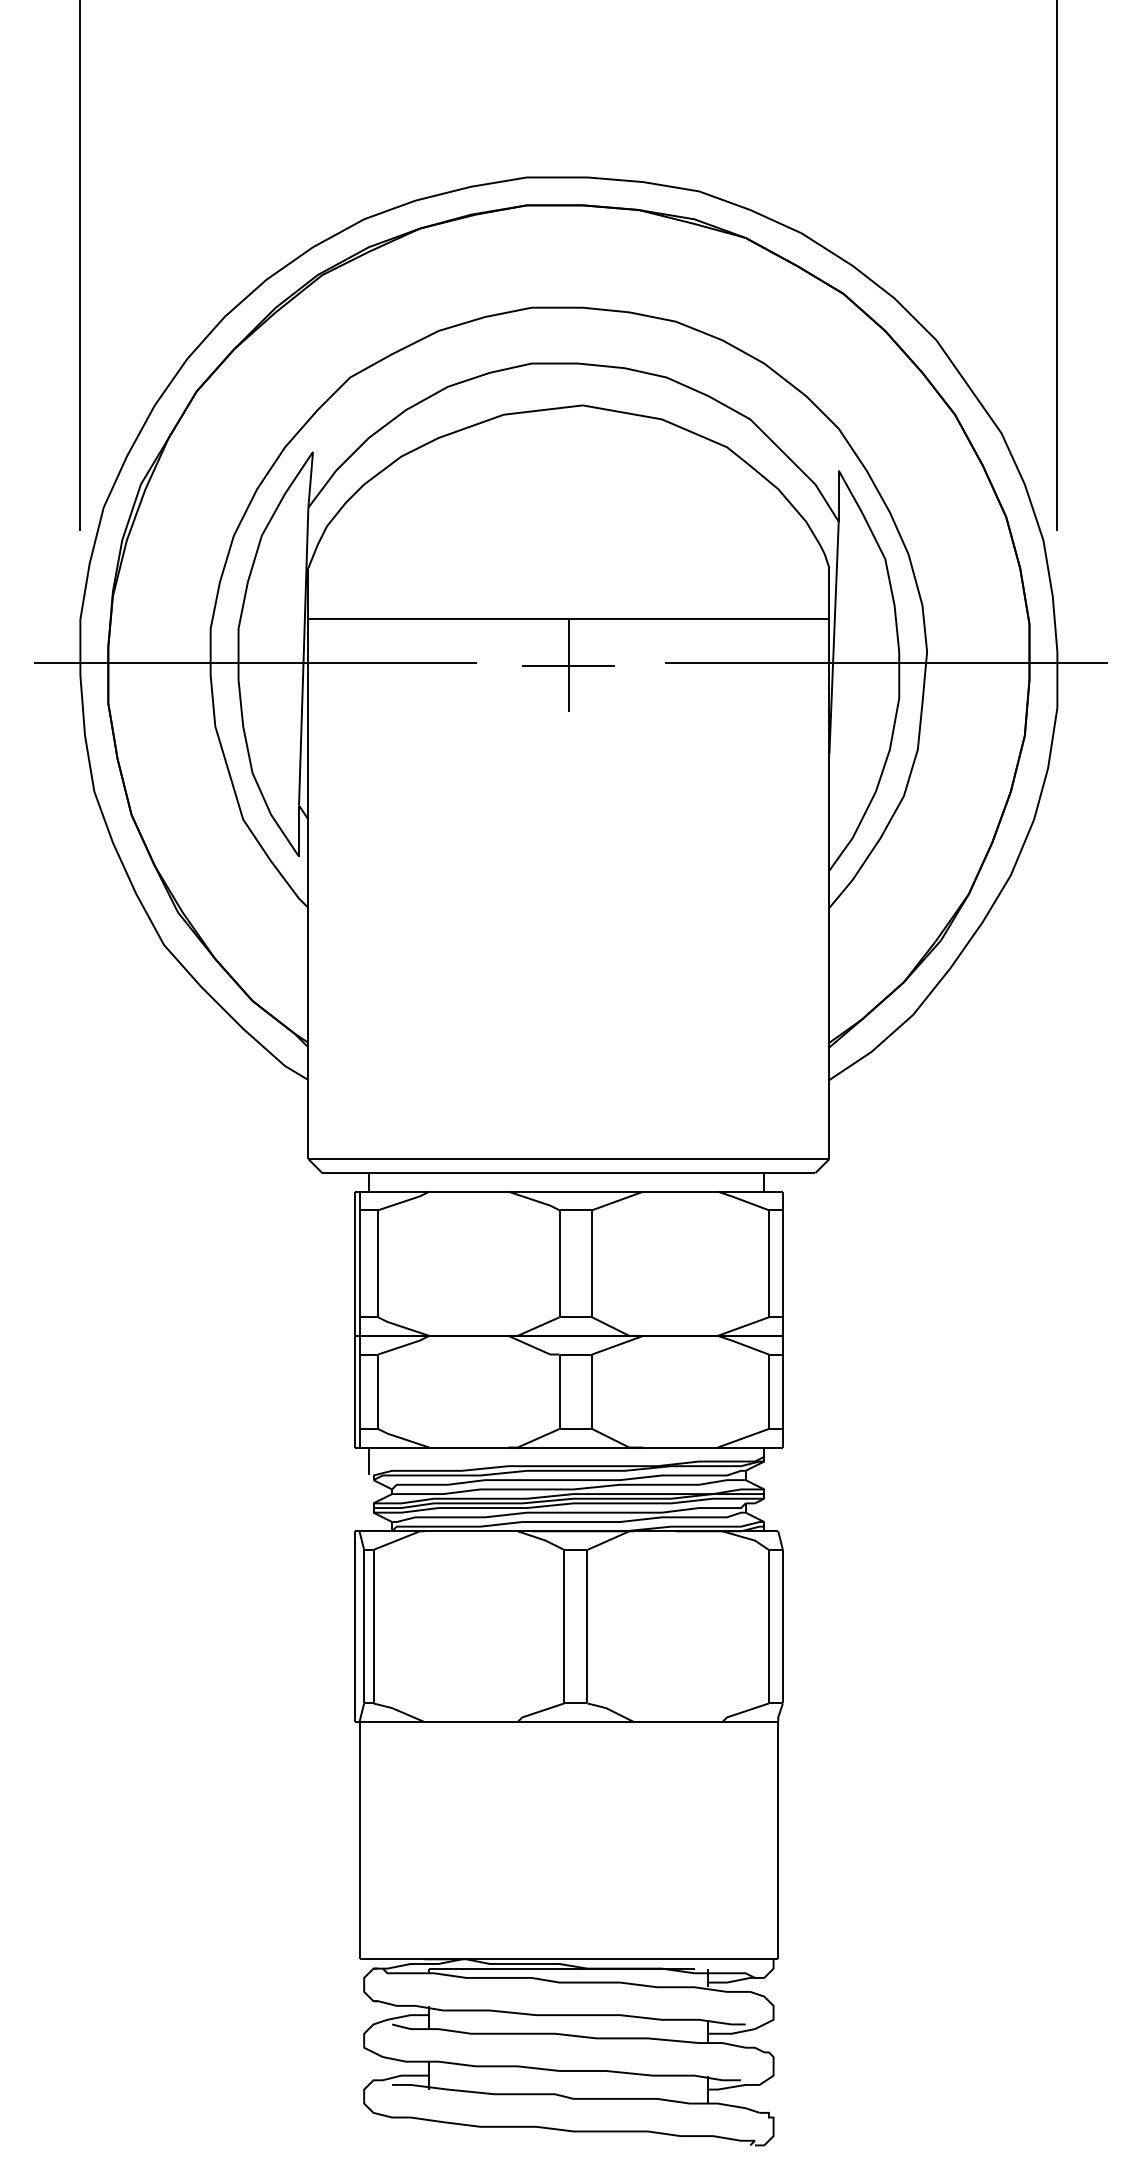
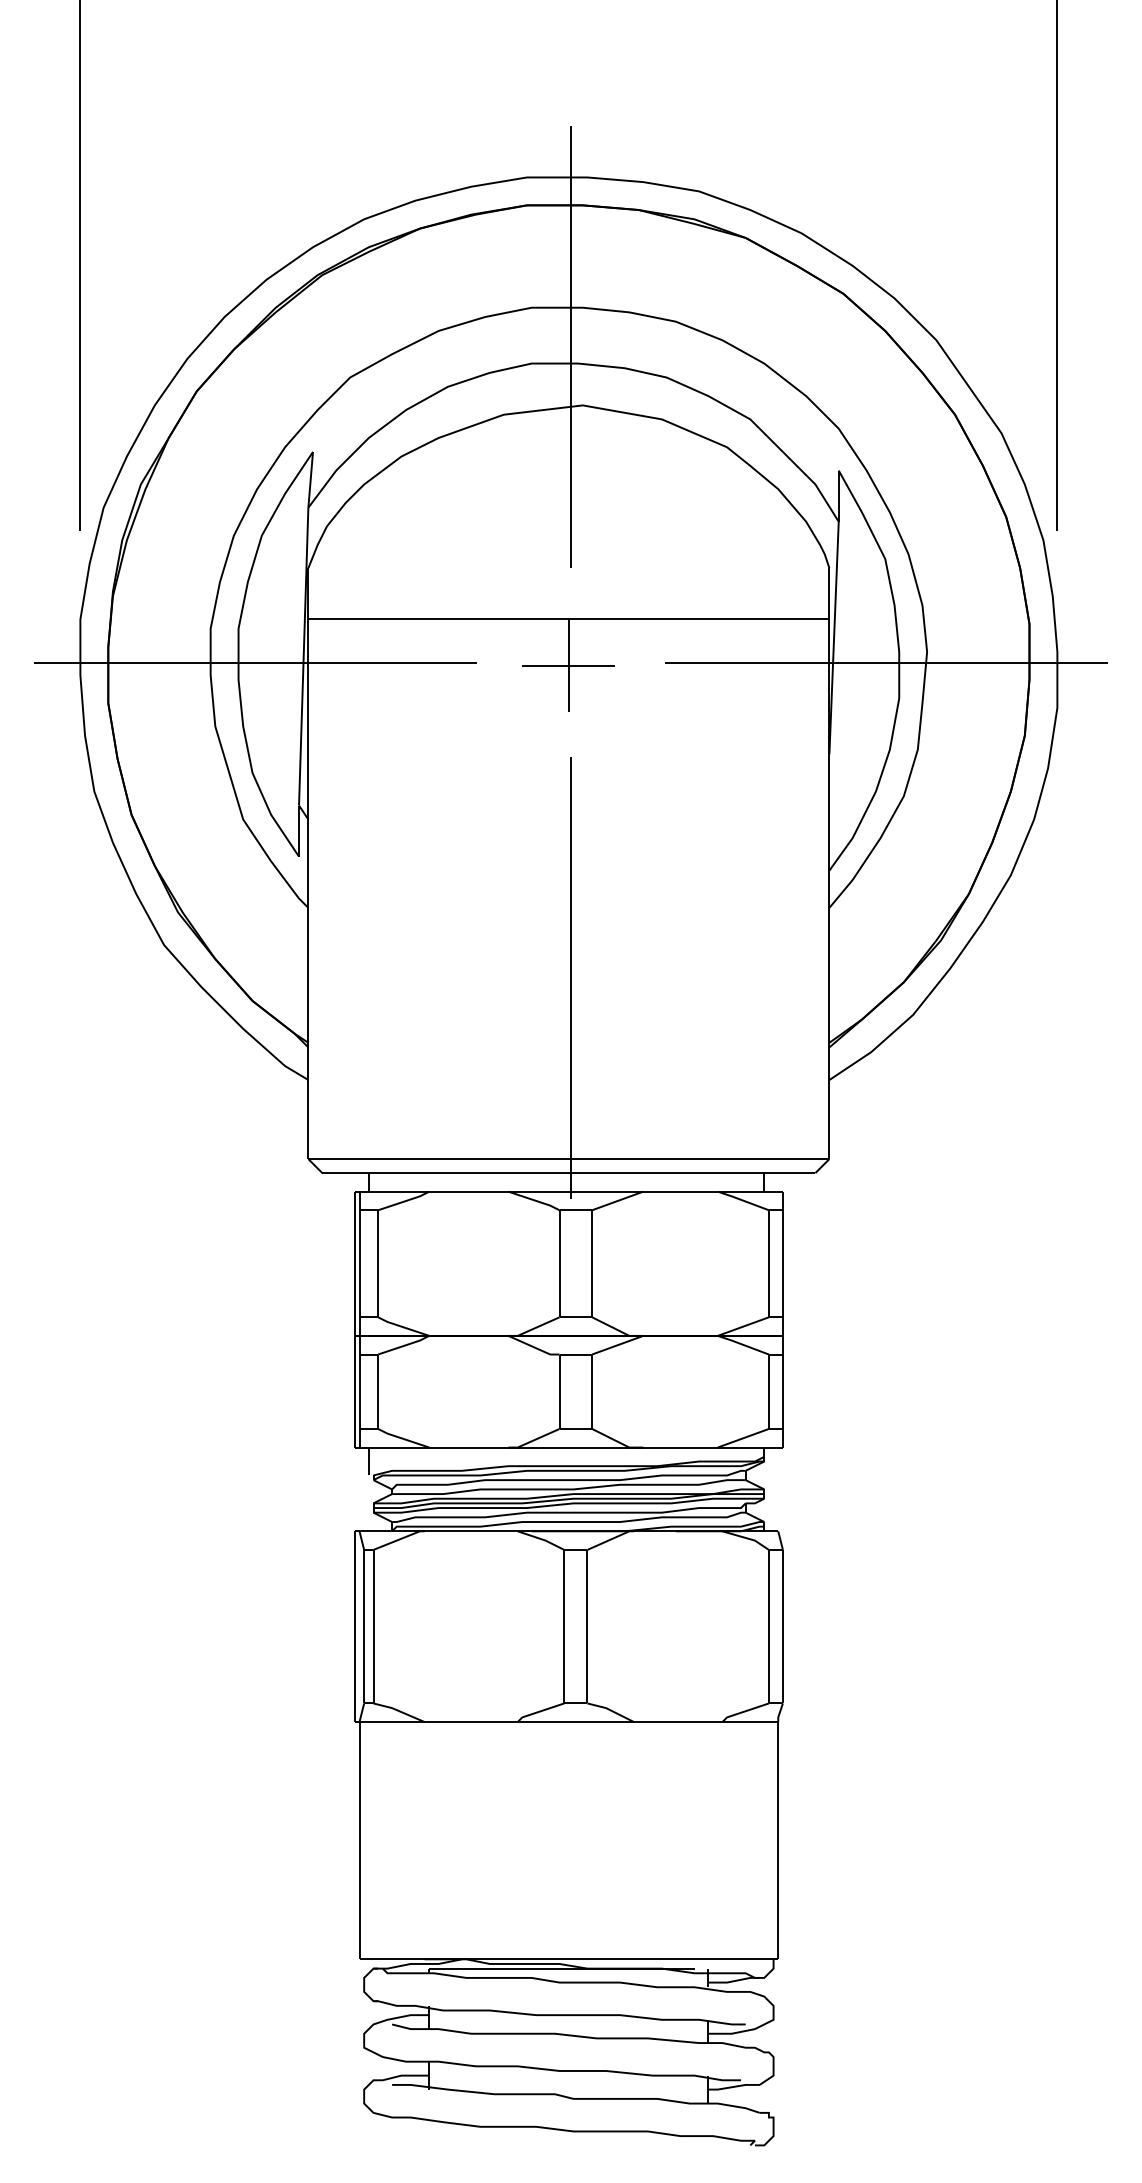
line at (570, 346): none -> present
line at (570, 977): none -> present
